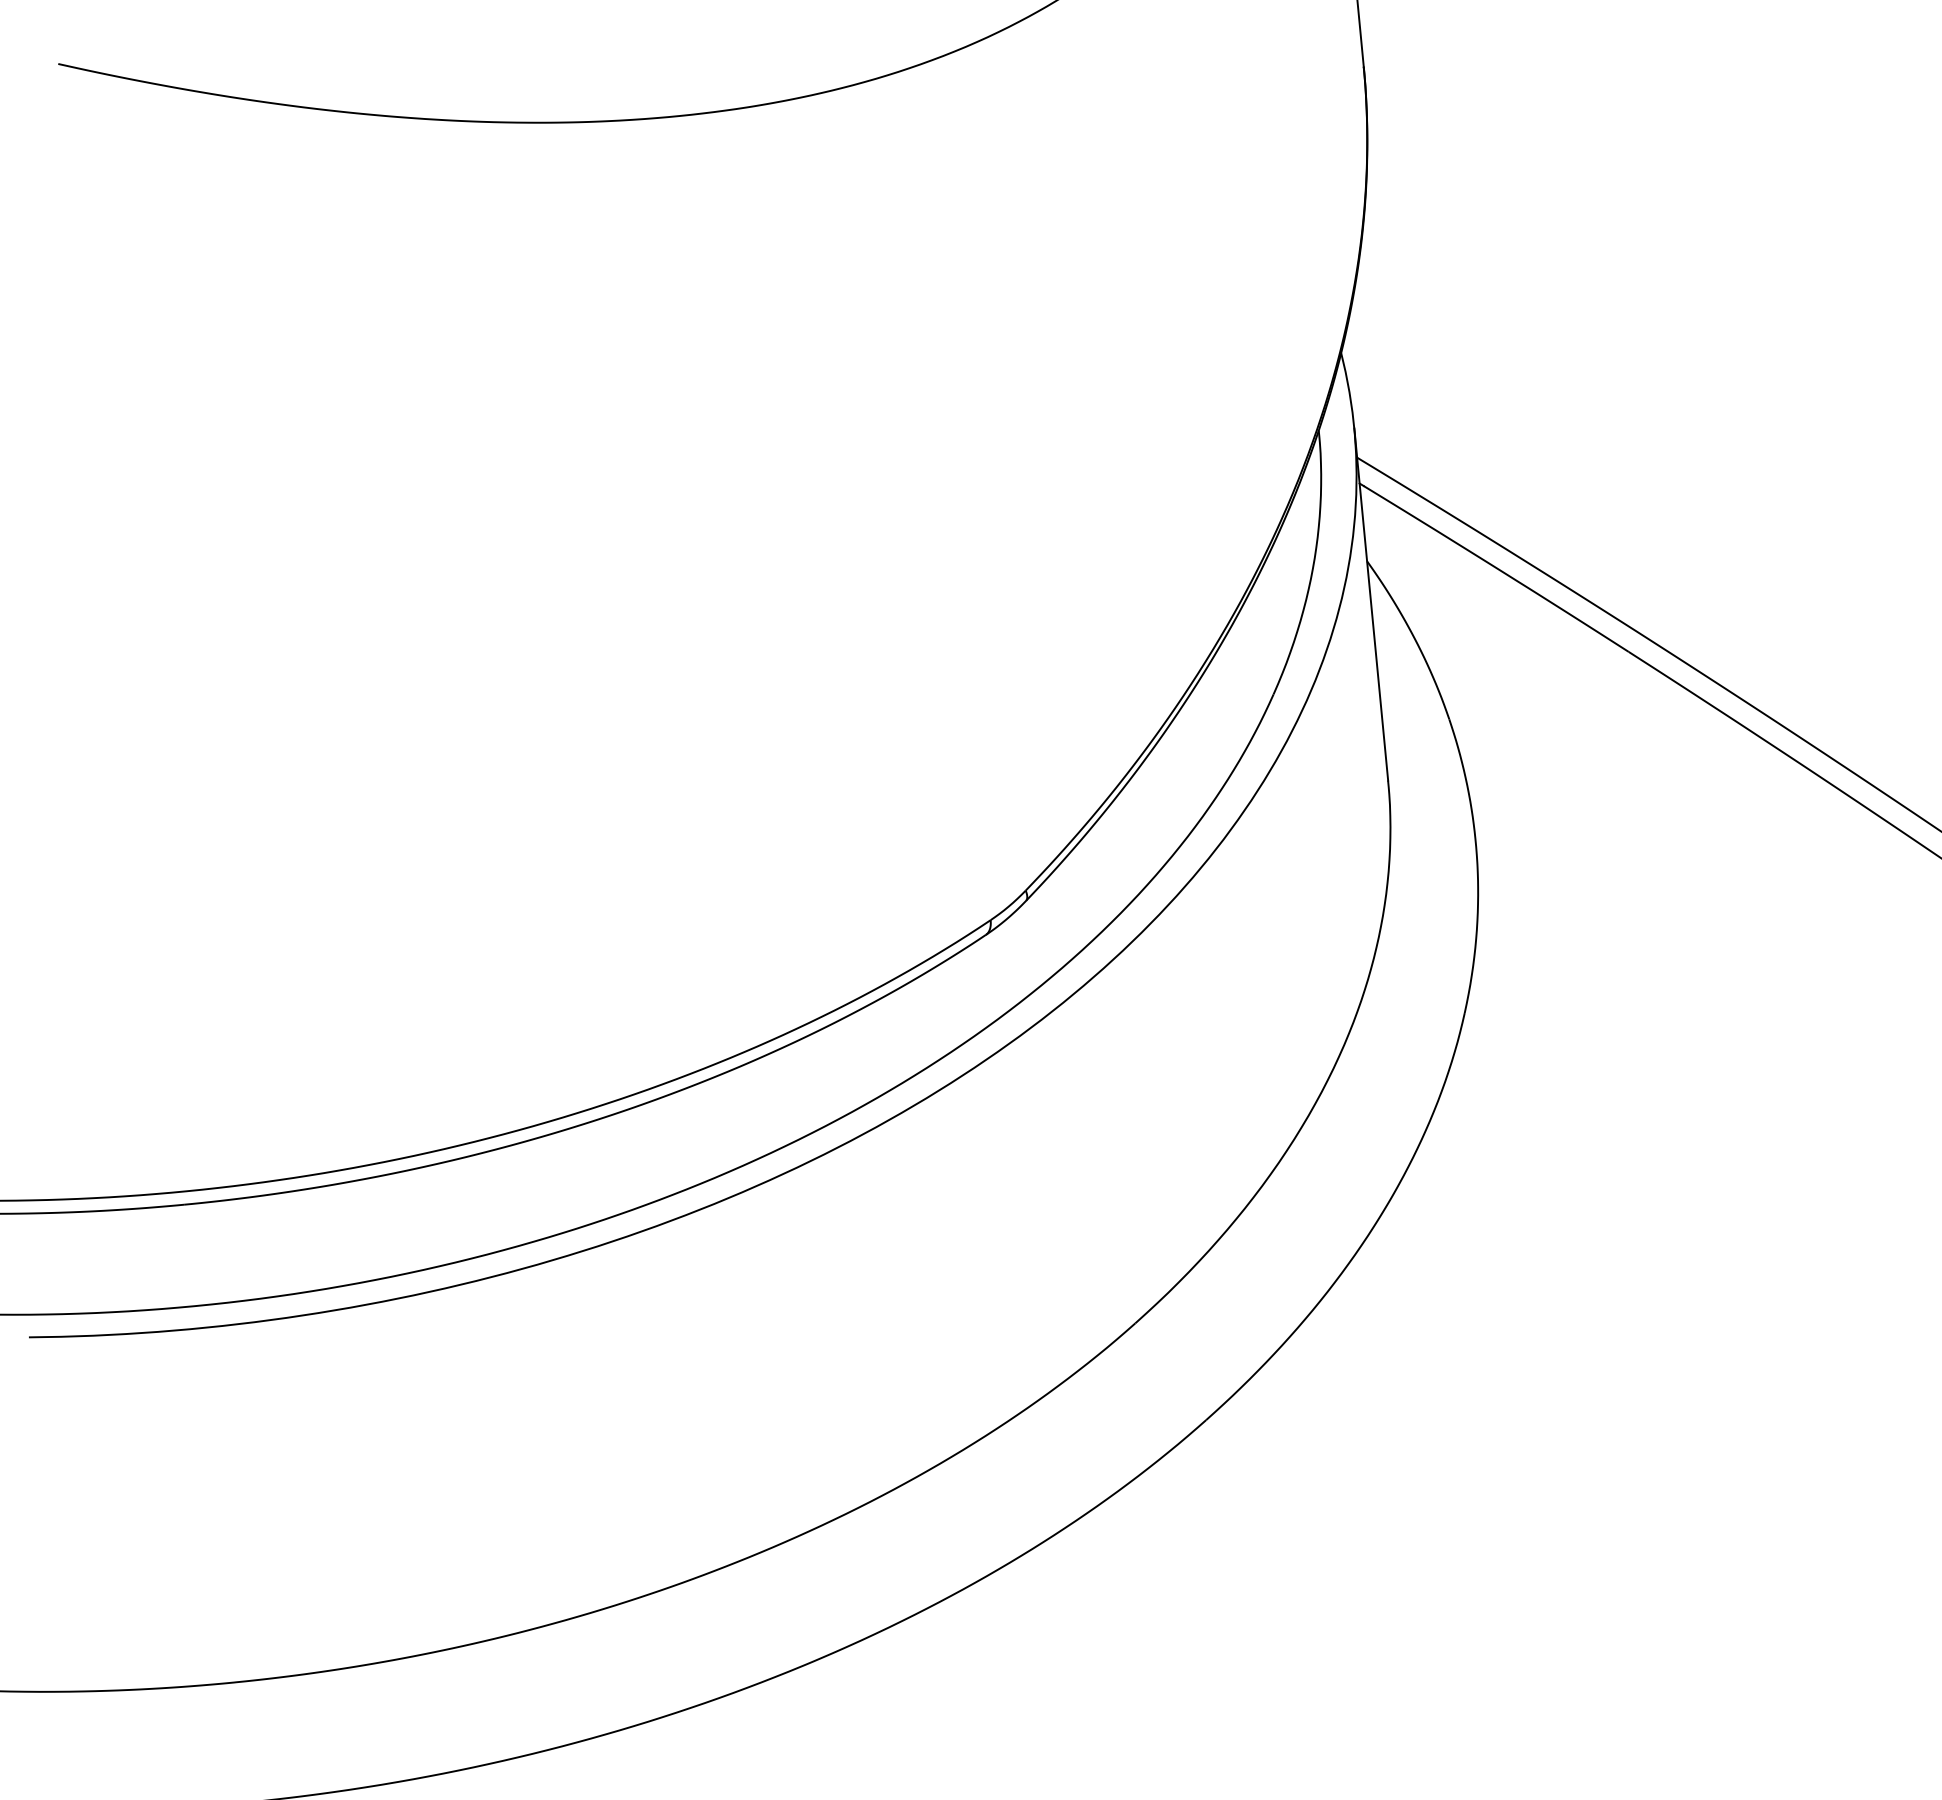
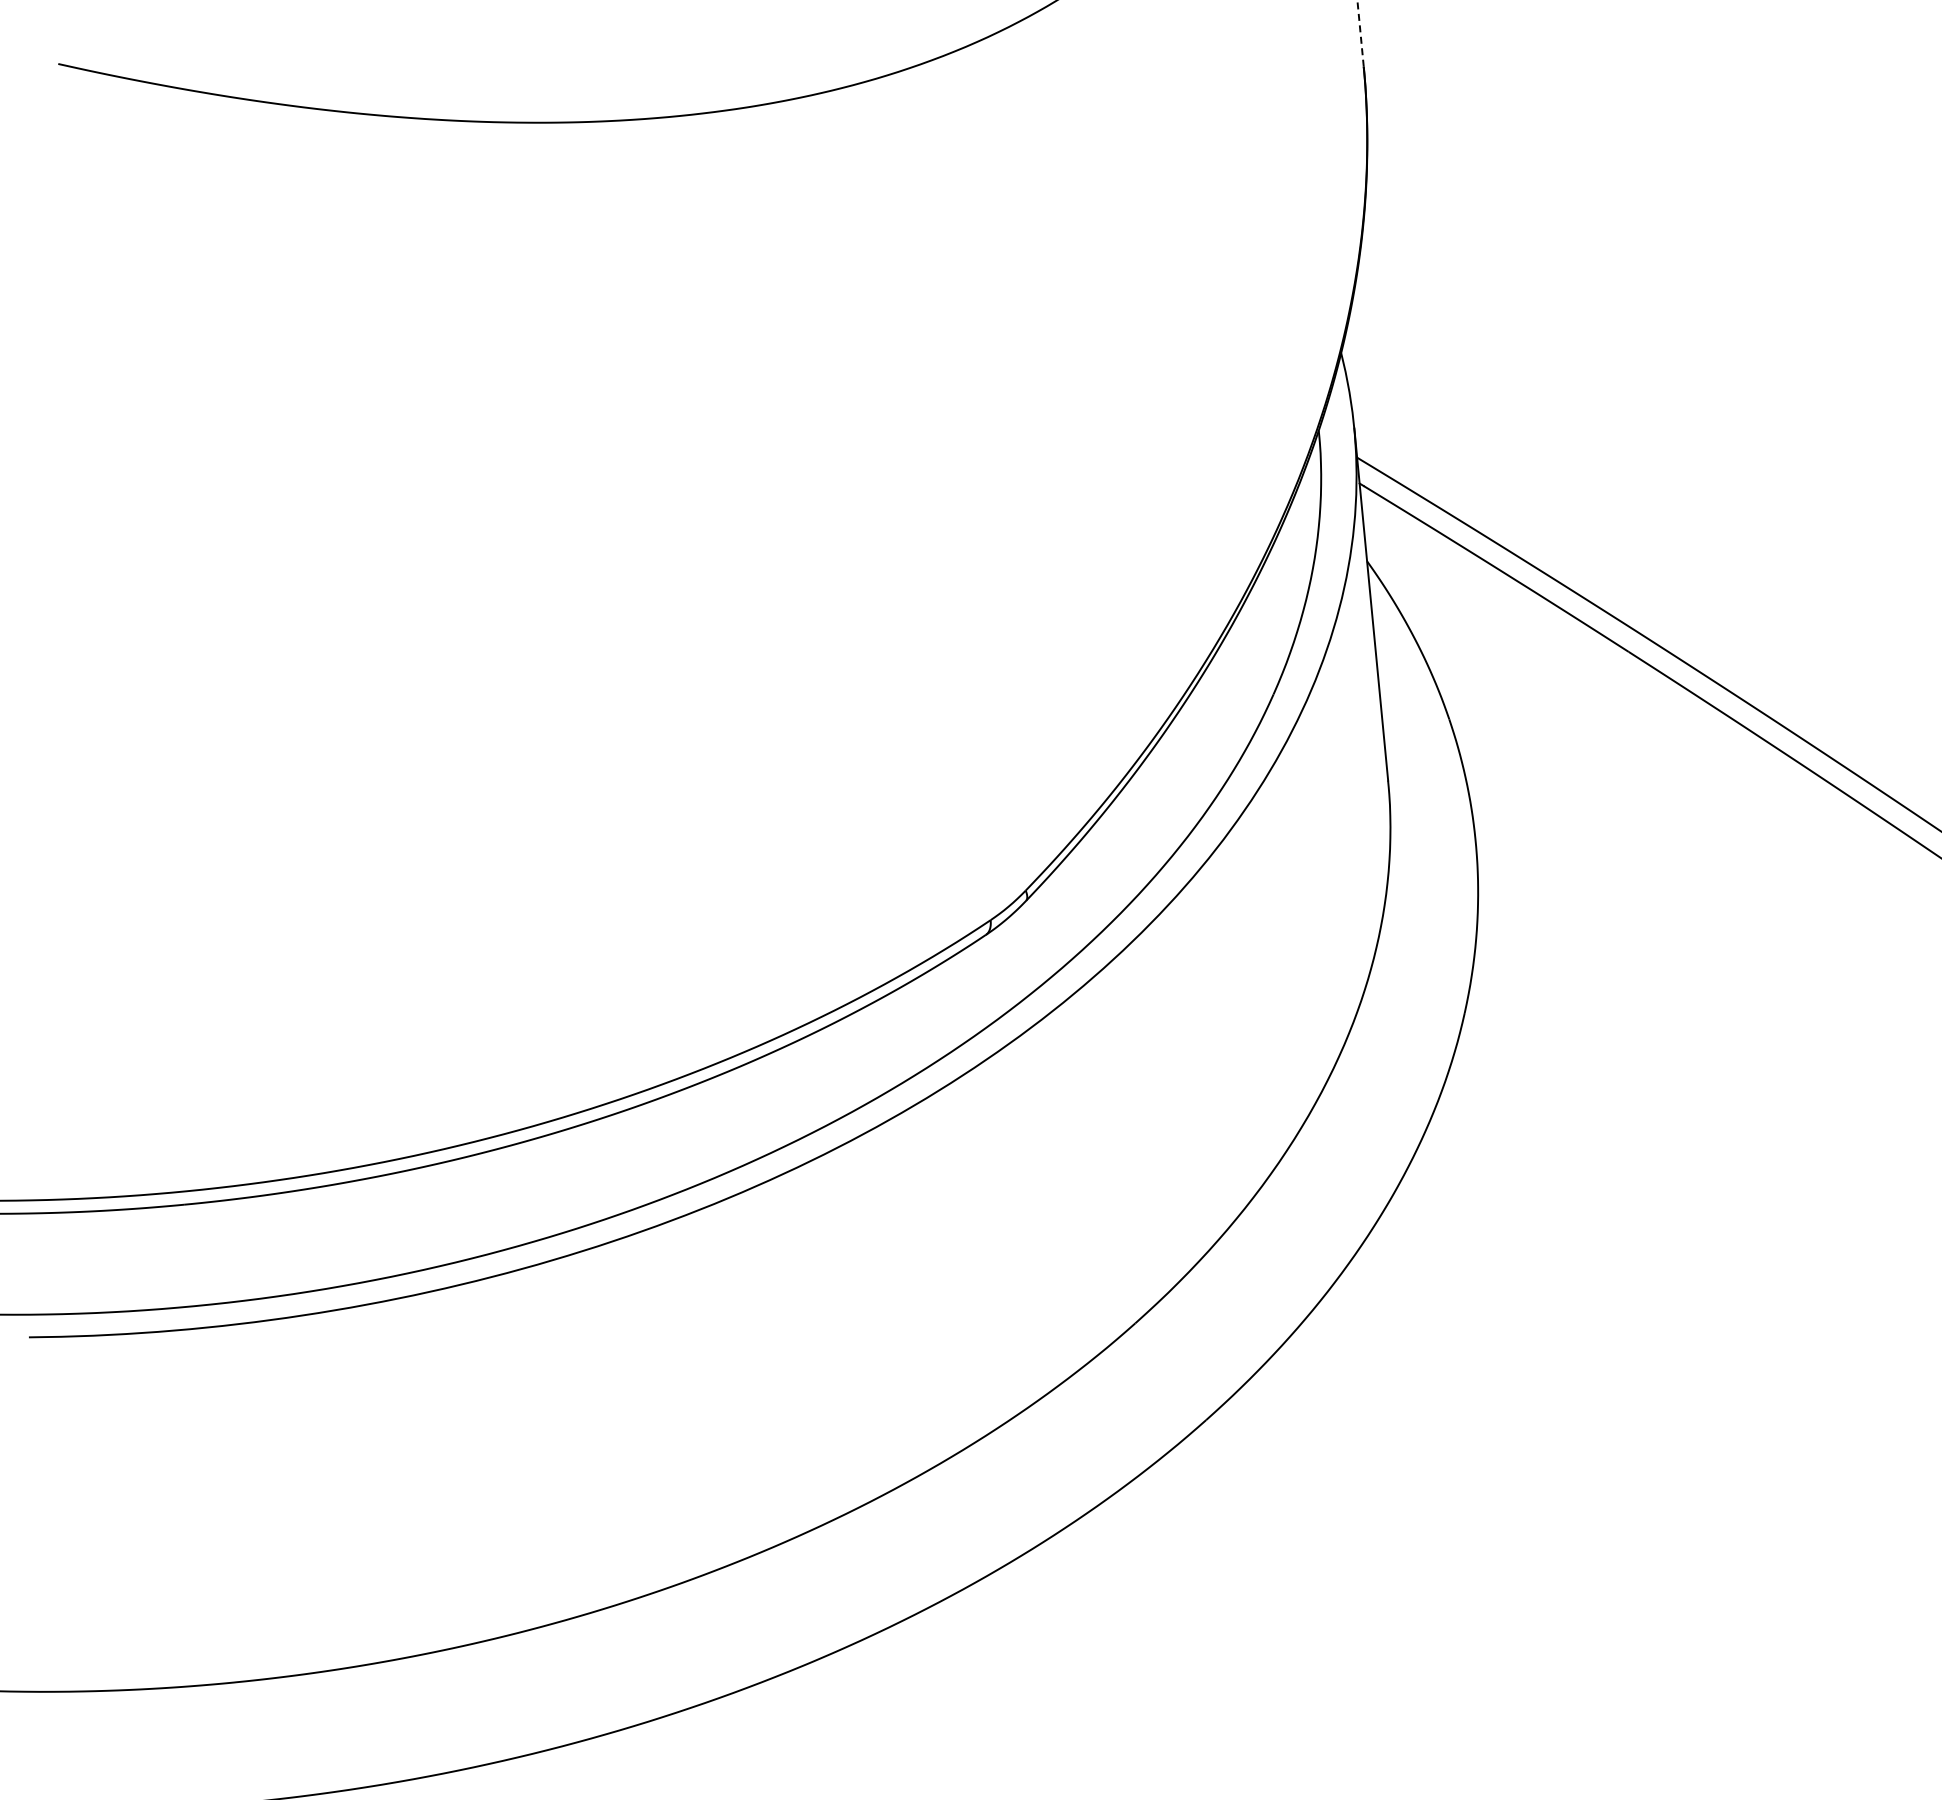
line at (1360, 32): solid -> dashed
